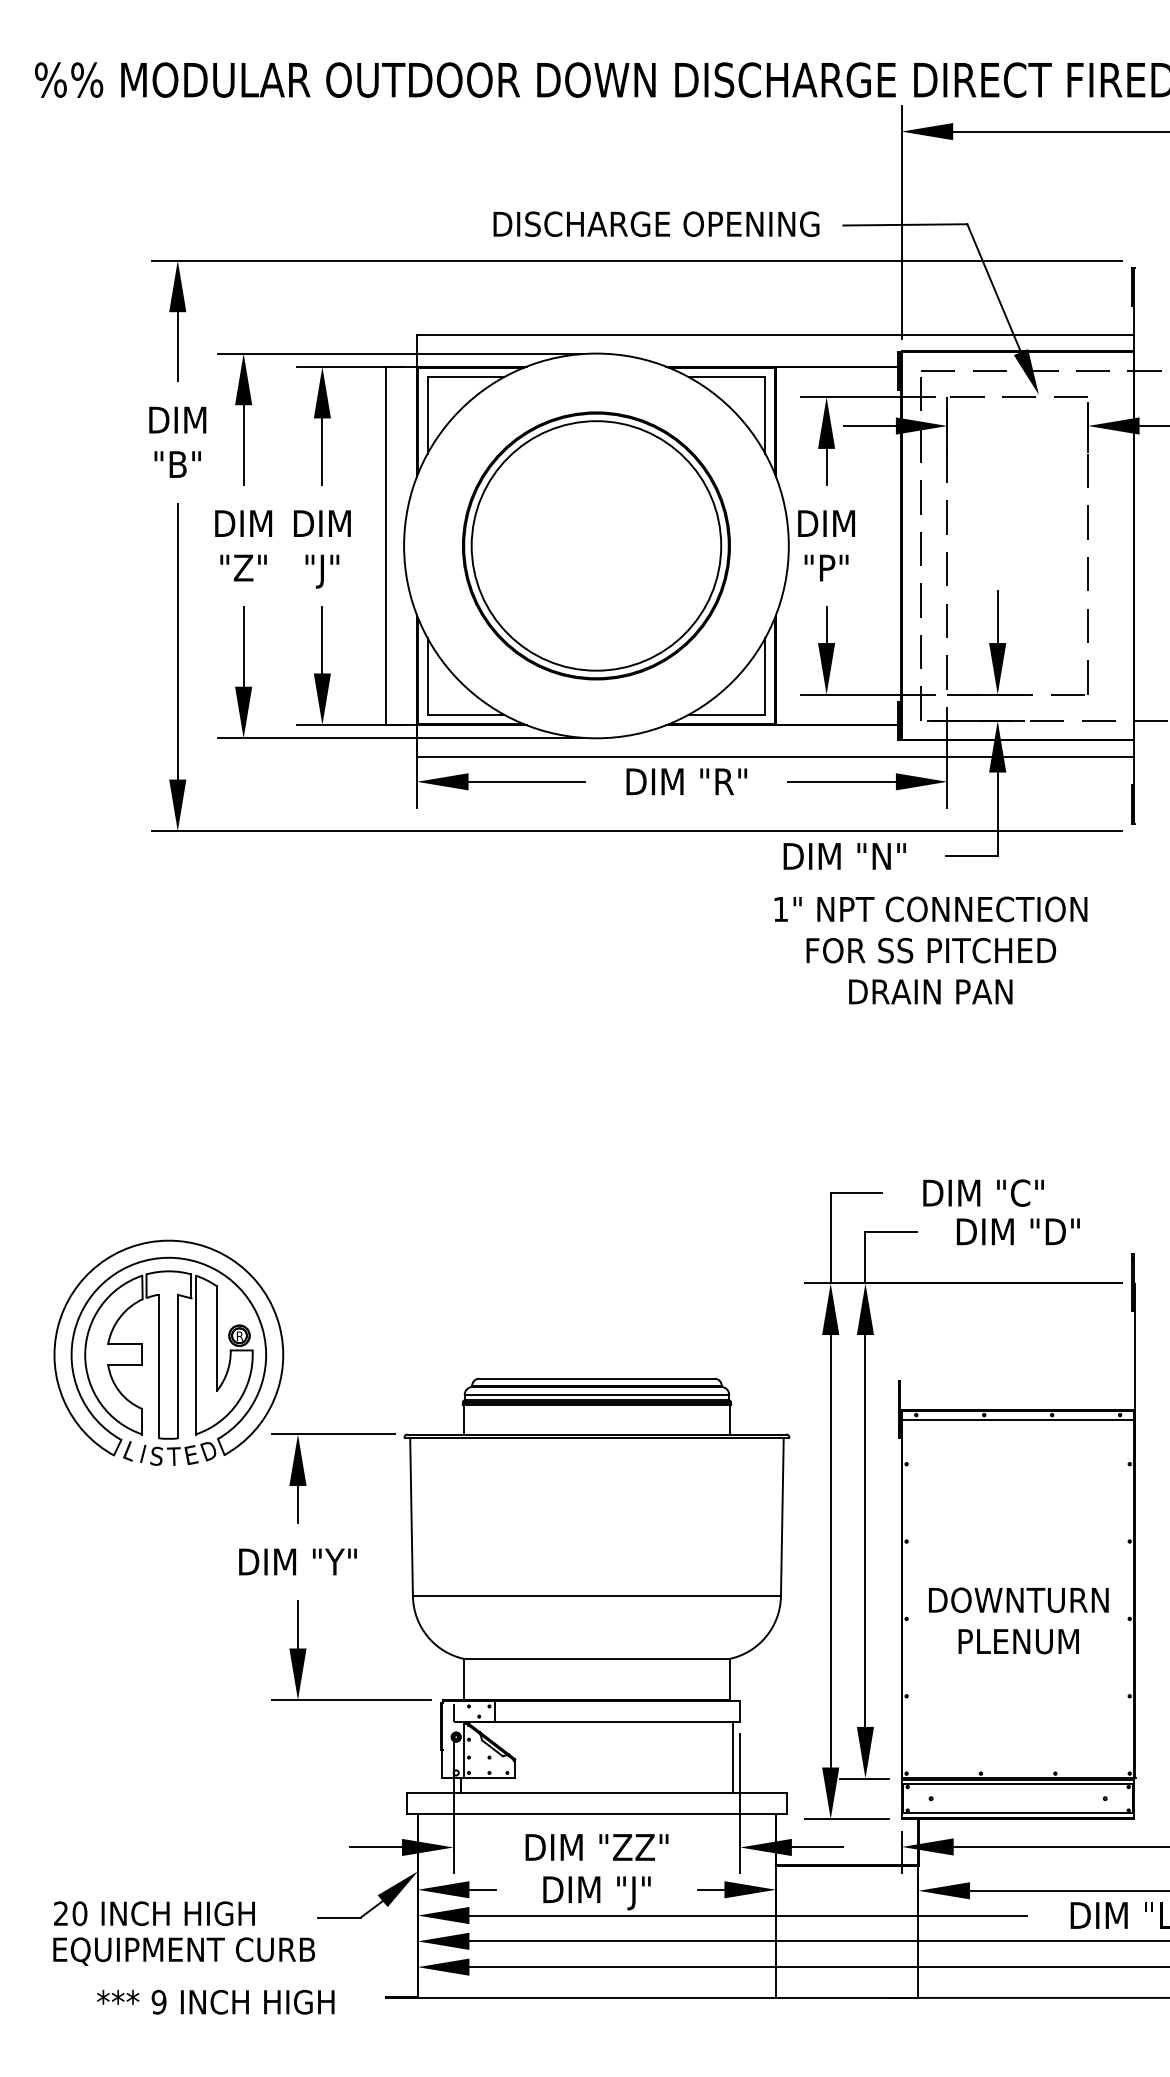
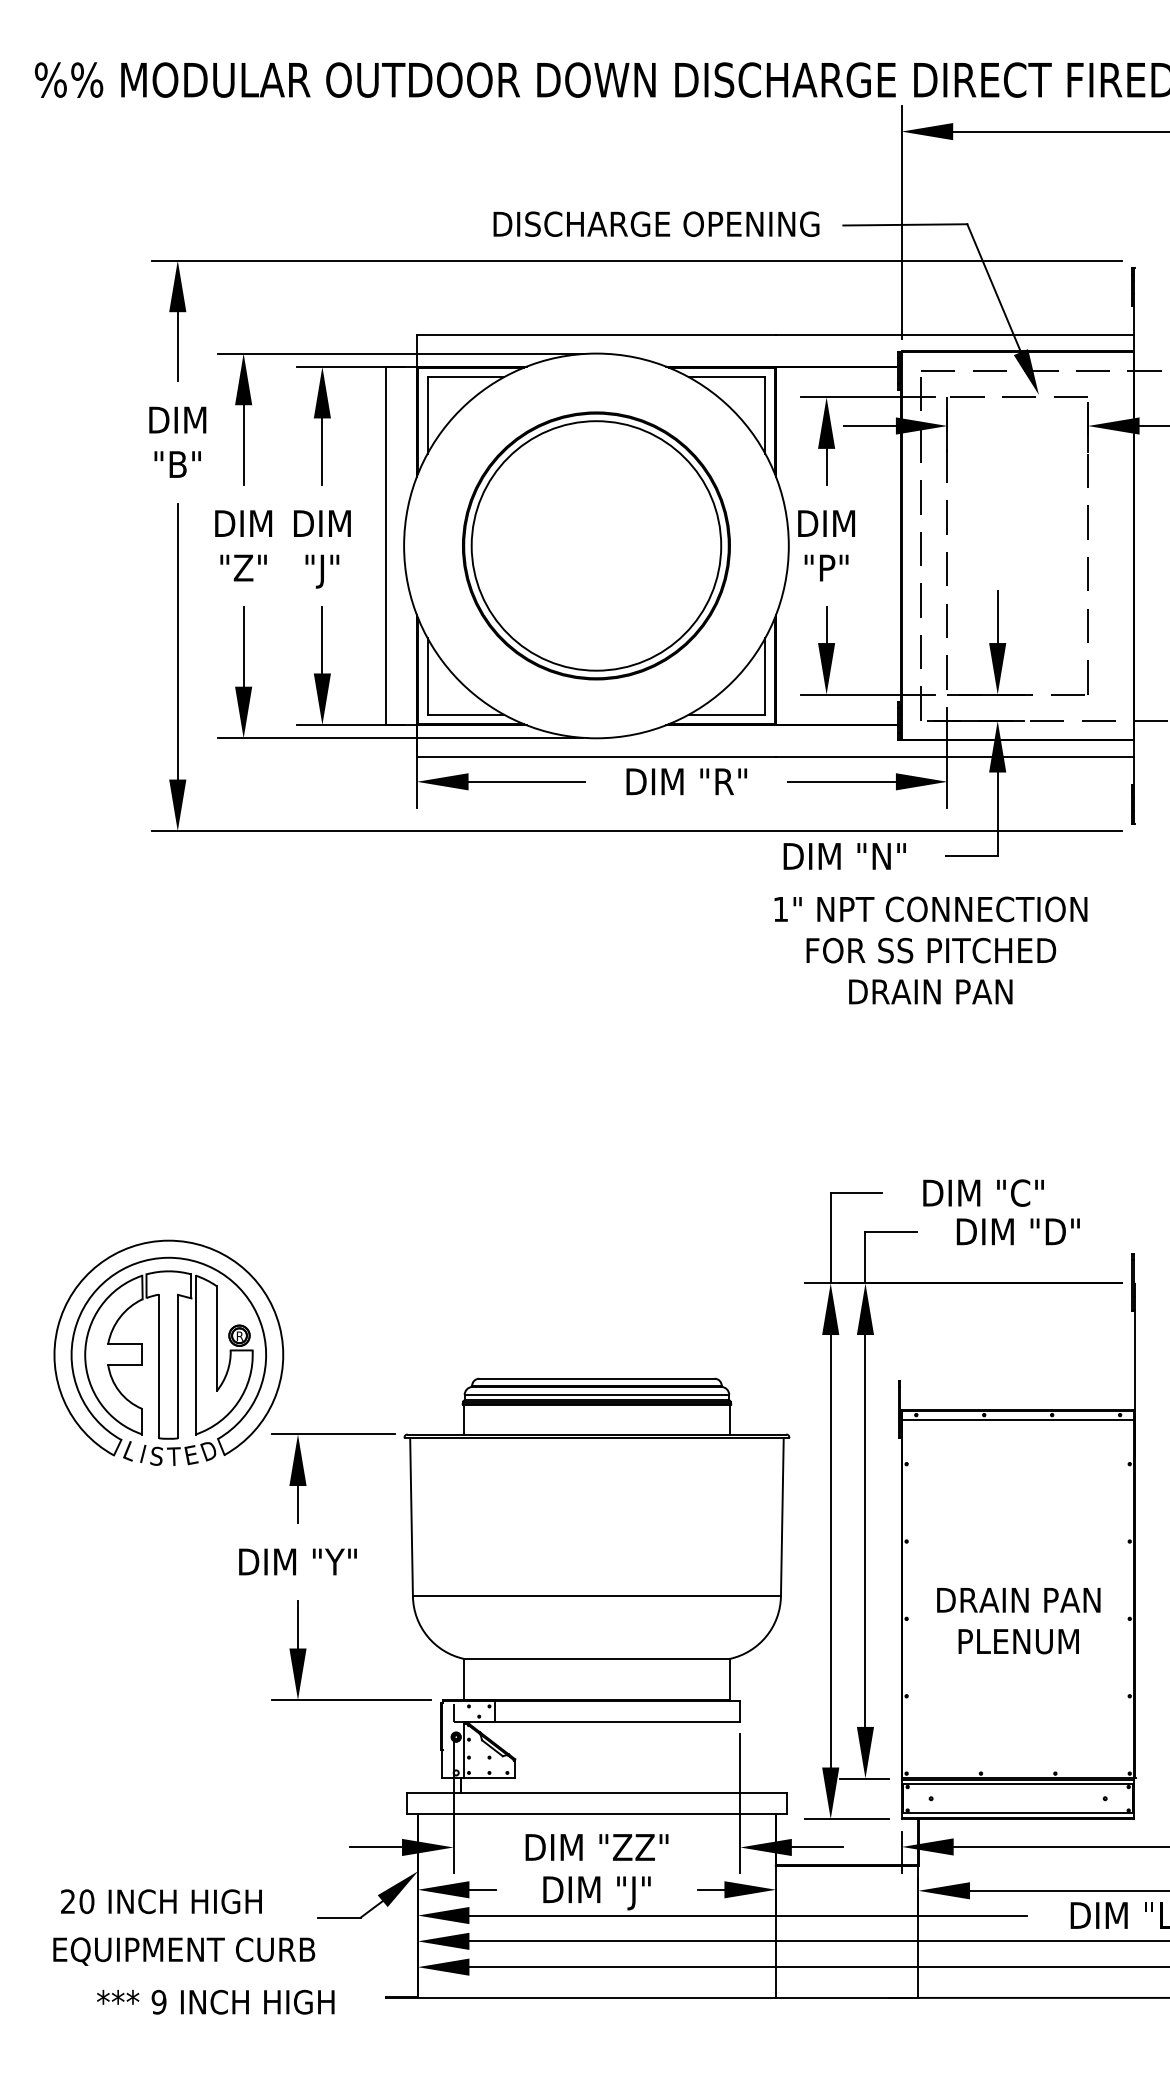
text at (1018, 1600): DOWNTURN -> DRAIN PAN
line at (732, 1757): present -> none
text at (154, 1913) position: (154, 1913) -> (161, 1901)
